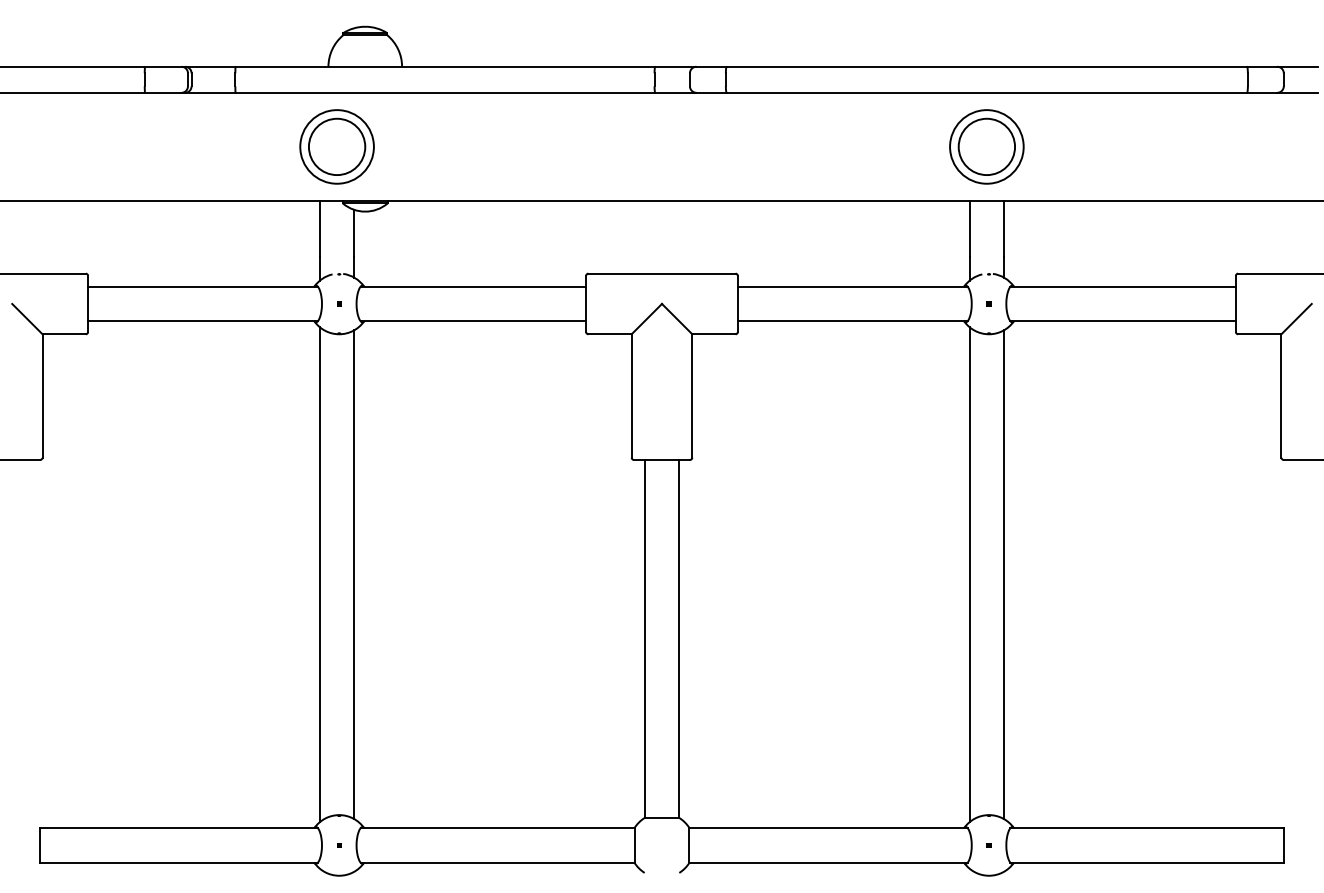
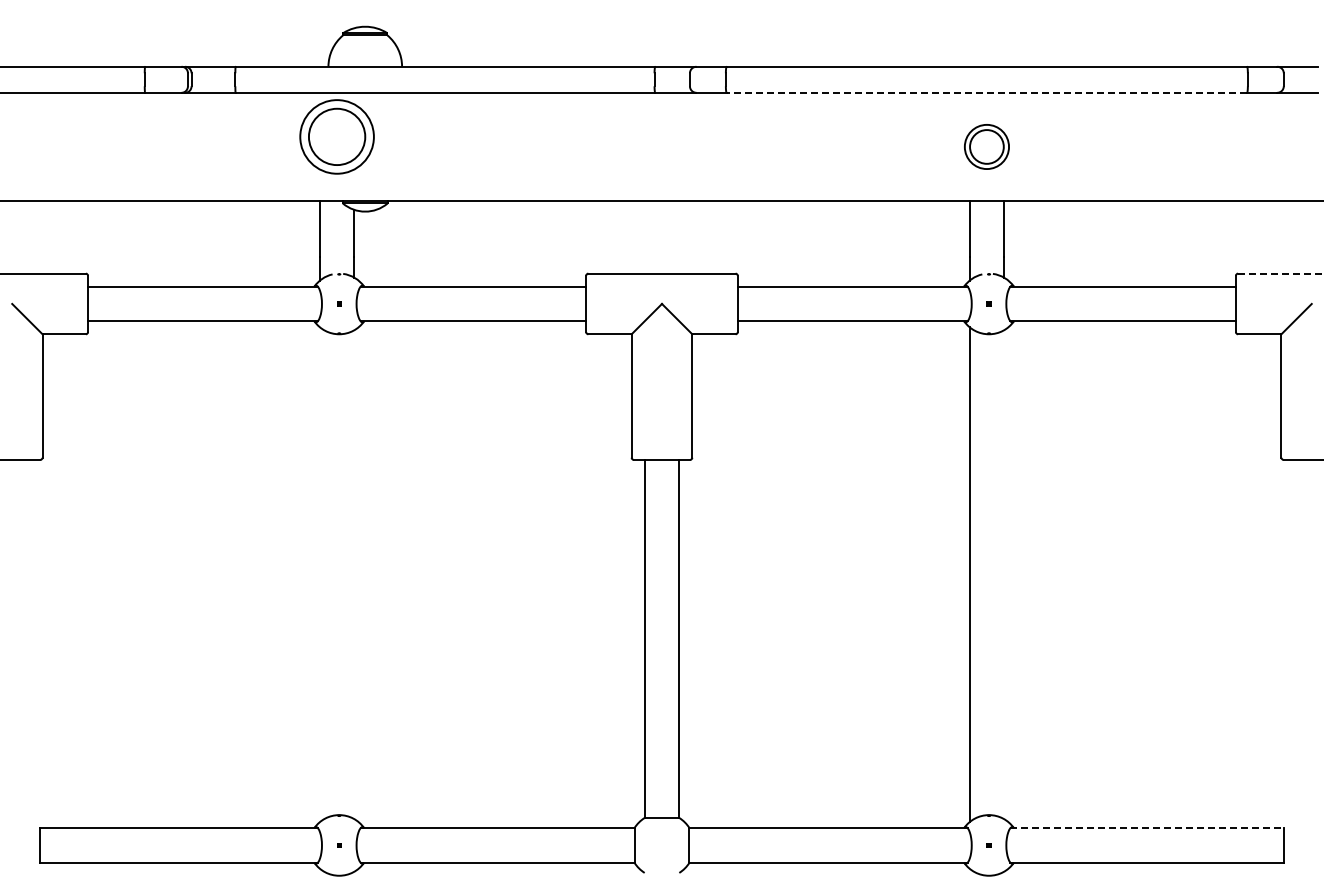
line at (986, 92): solid -> dashed
part at (336, 146) position: (336, 146) -> (336, 136)
part at (986, 146) size: 76x76 px -> 46x46 px
line at (1280, 273): solid -> dashed
line at (319, 574): present -> none
line at (354, 574): present -> none
line at (1004, 574): present -> none
line at (1147, 828): solid -> dashed
